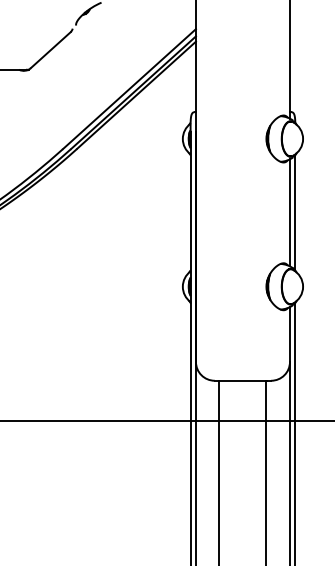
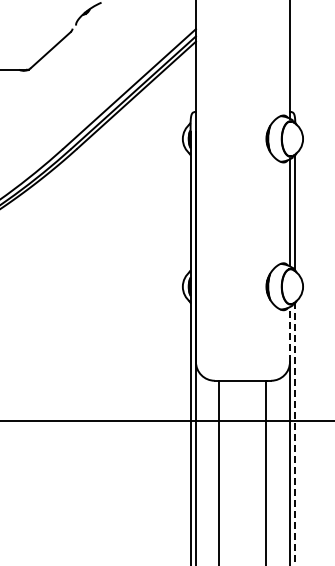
line at (289, 334): solid -> dashed
line at (295, 433): solid -> dashed
